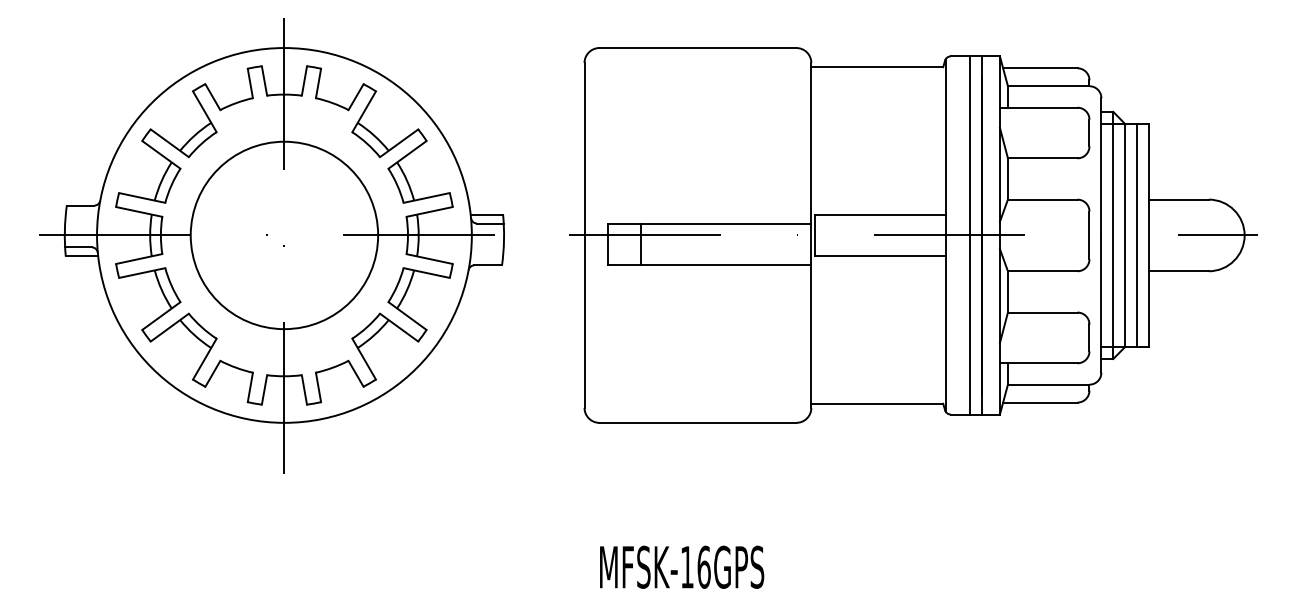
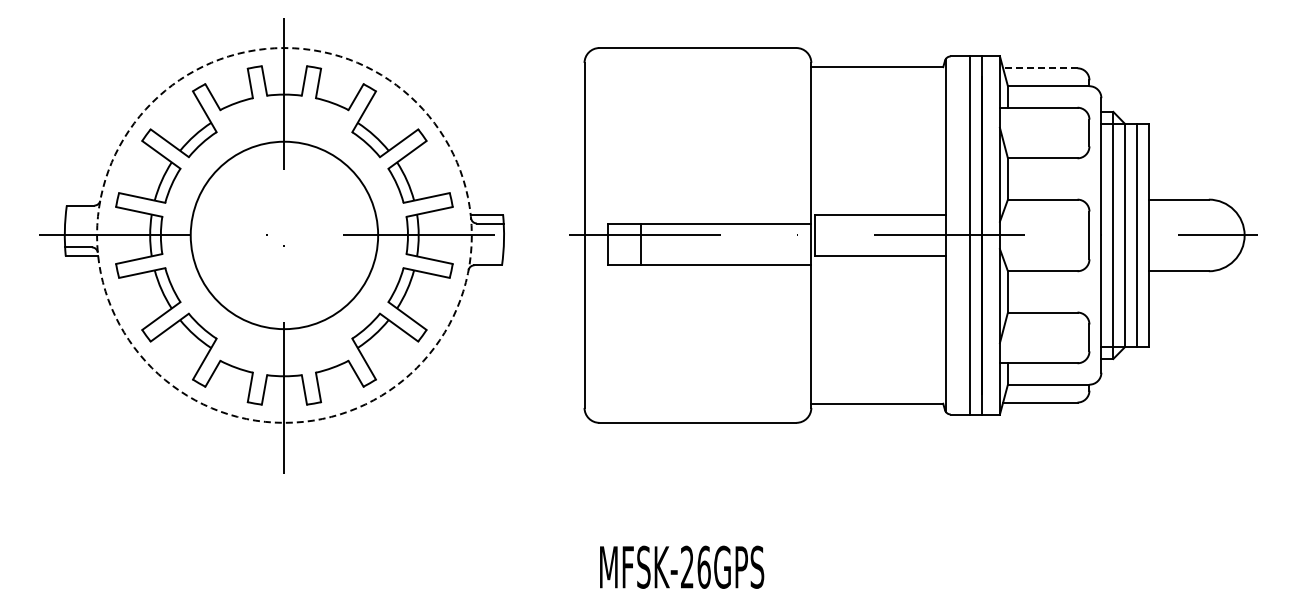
line at (1039, 68): solid -> dashed
circle at (284, 235): solid -> dashed
text at (687, 566): MFSK-16GPS -> MFSK-26GPS
